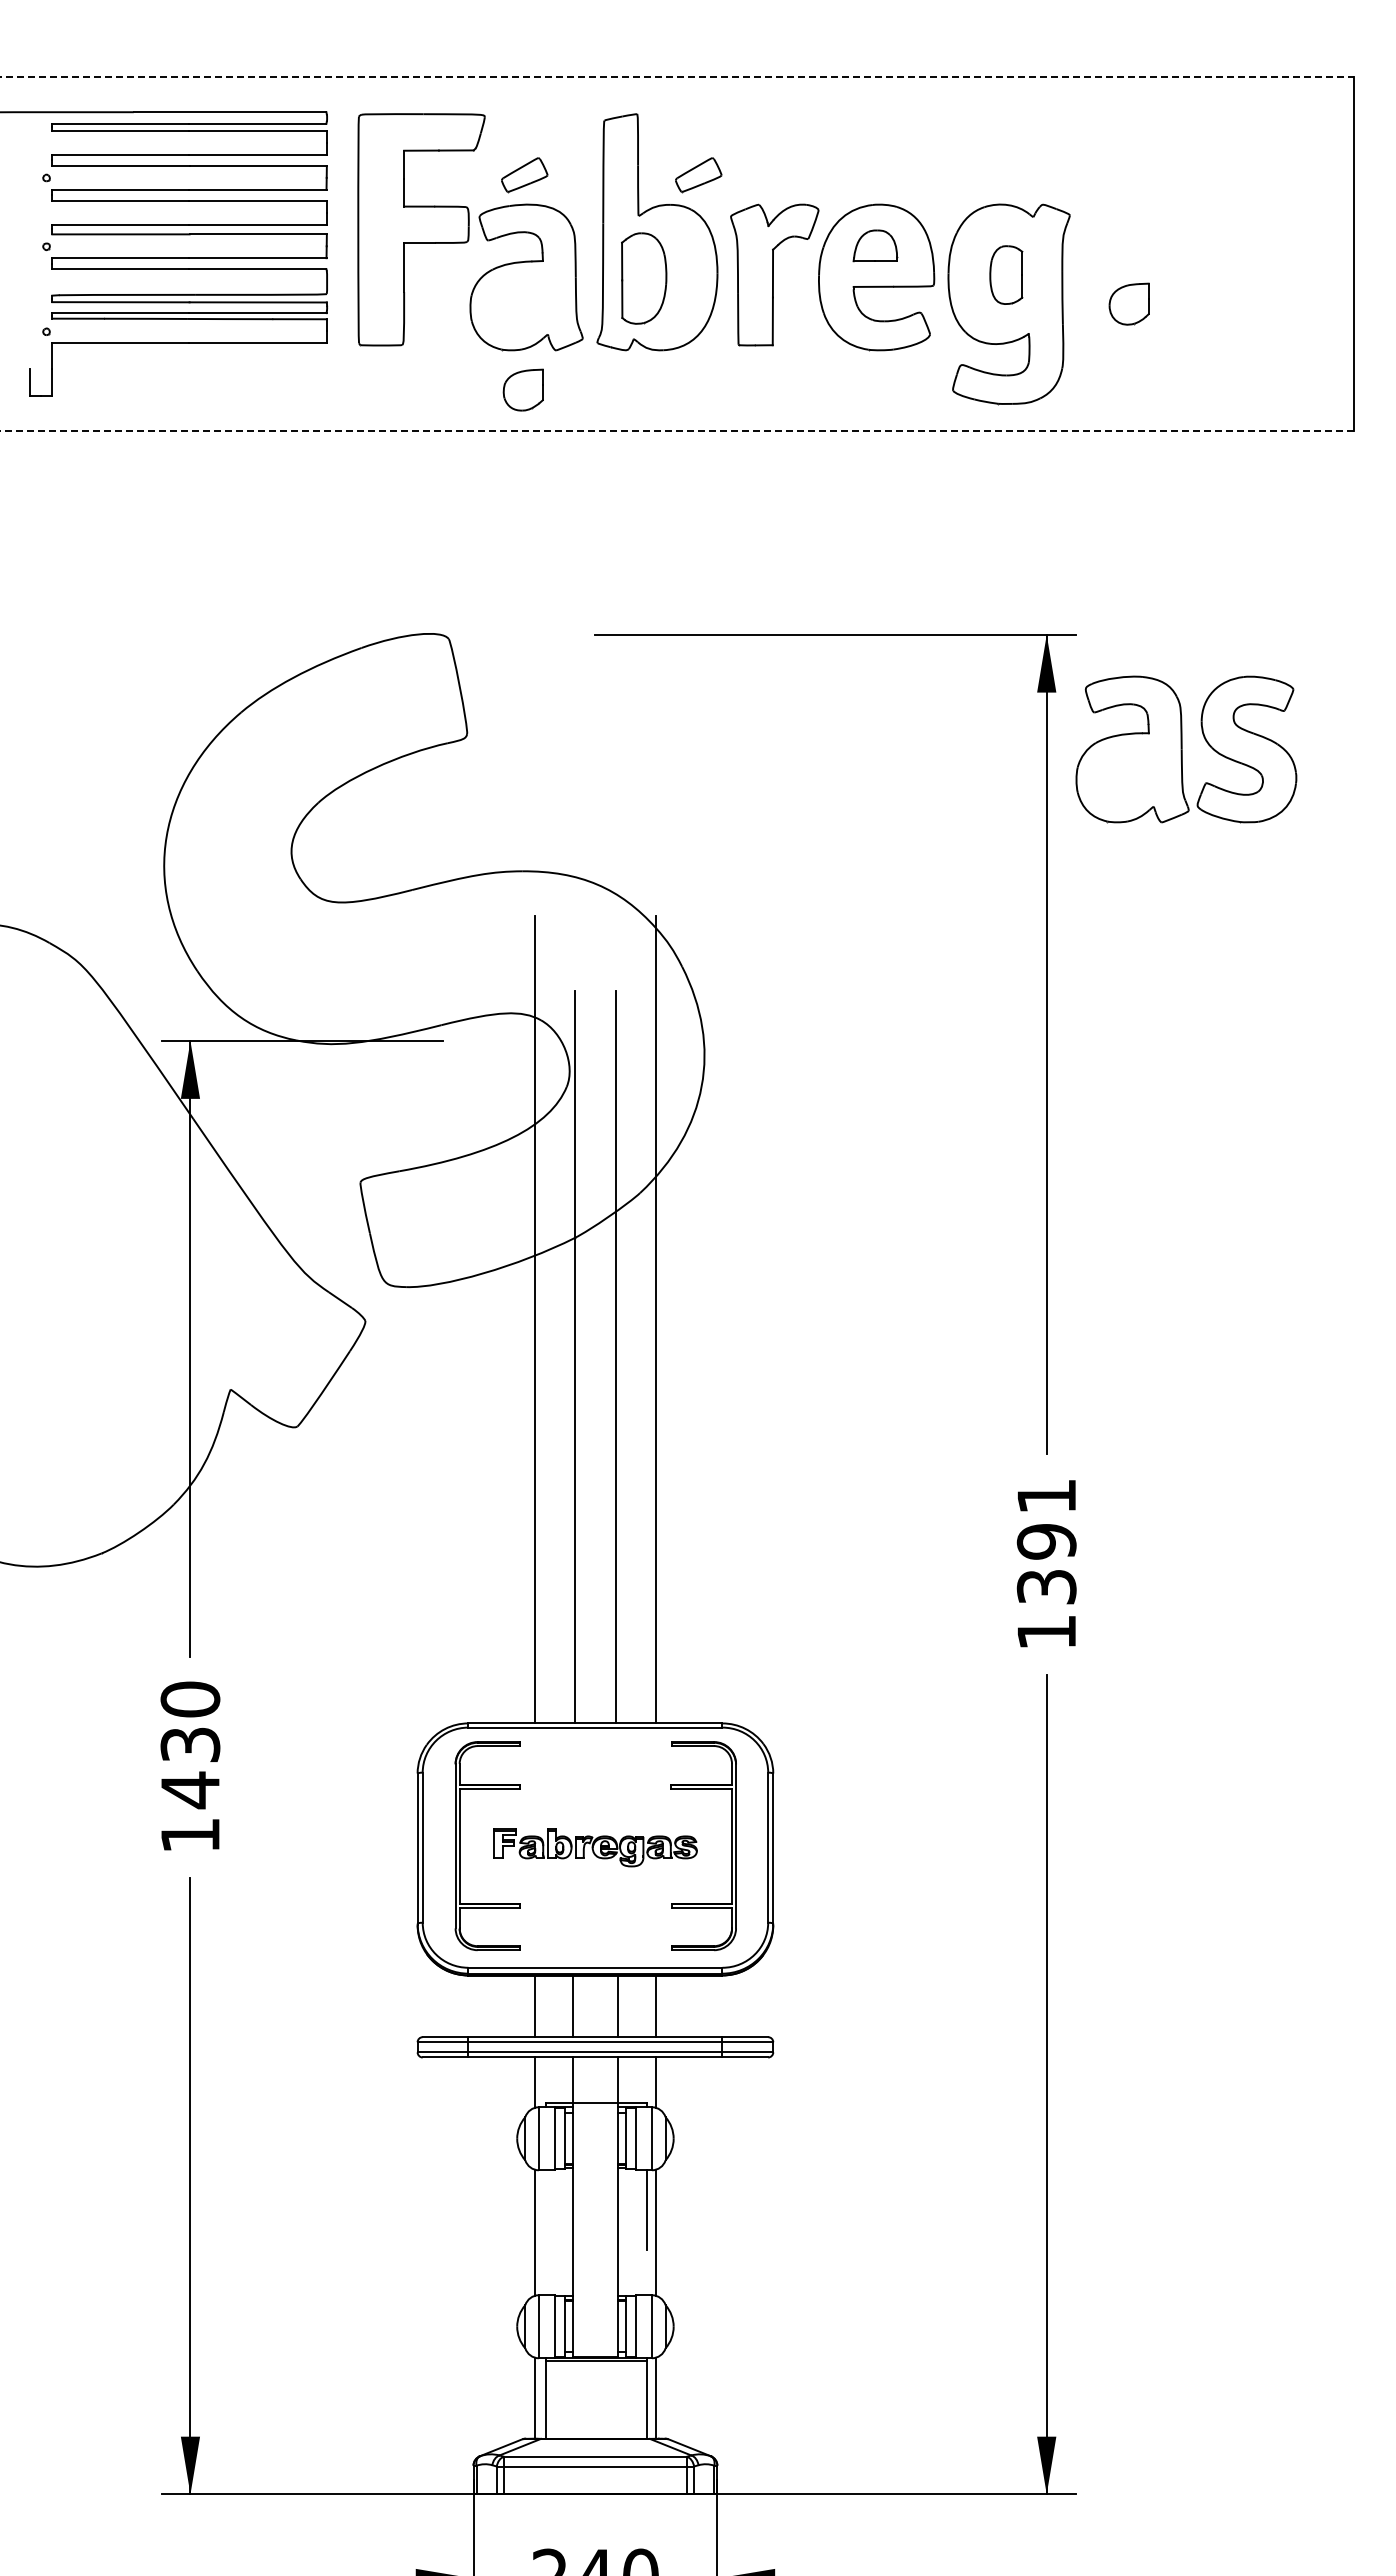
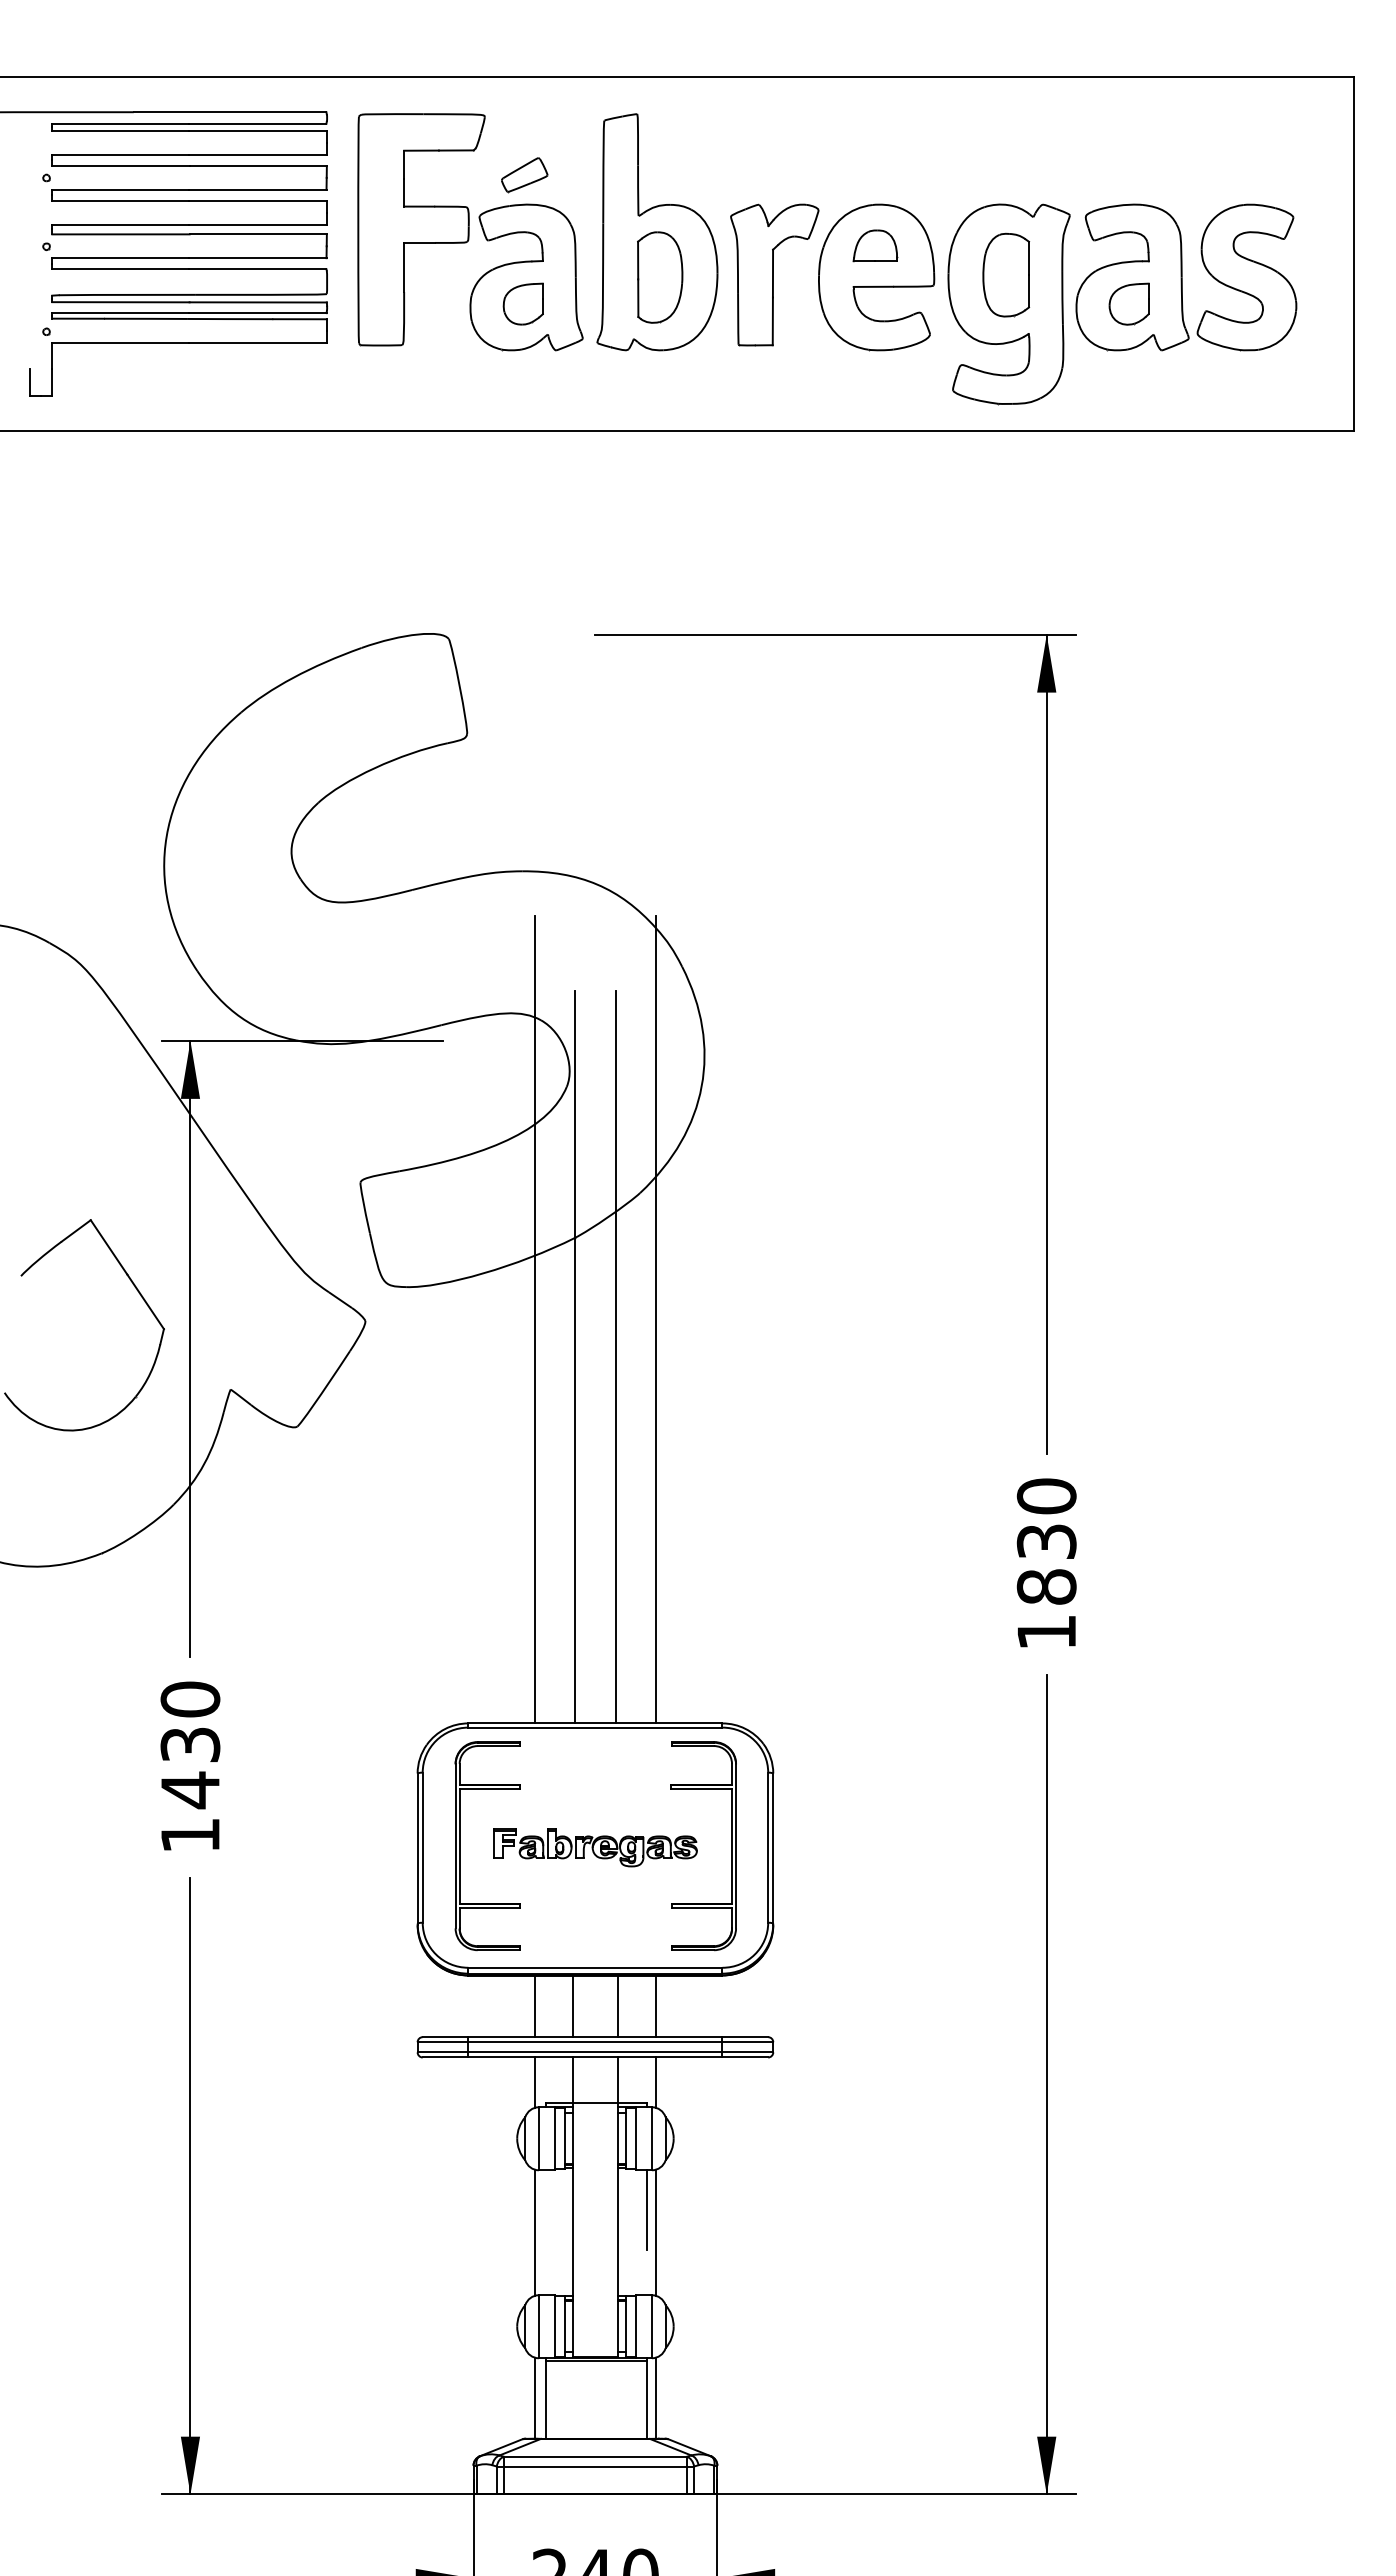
line at (677, 77): dashed -> solid
part at (698, 175): present -> none
part at (1006, 274) size: 35x60 px -> 49x86 px
part at (644, 278) position: (644, 278) -> (660, 277)
part at (522, 389) position: (522, 389) -> (522, 303)
line at (677, 430): dashed -> solid
part at (1186, 749) position: (1186, 749) -> (1186, 277)
part at (136, 1290): none -> present
text at (1046, 1541): 1391 -> 1830
